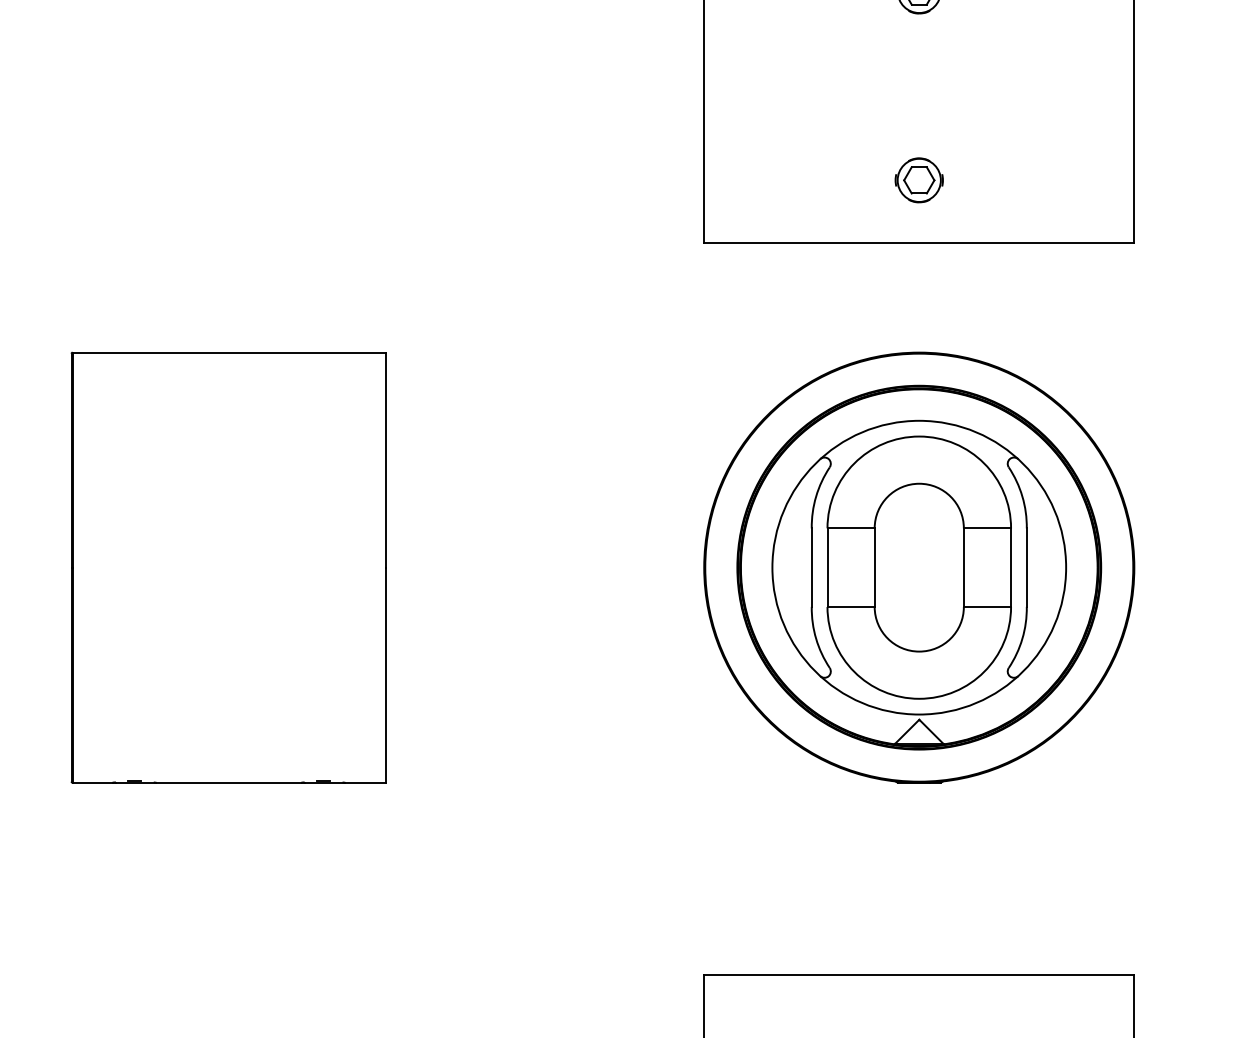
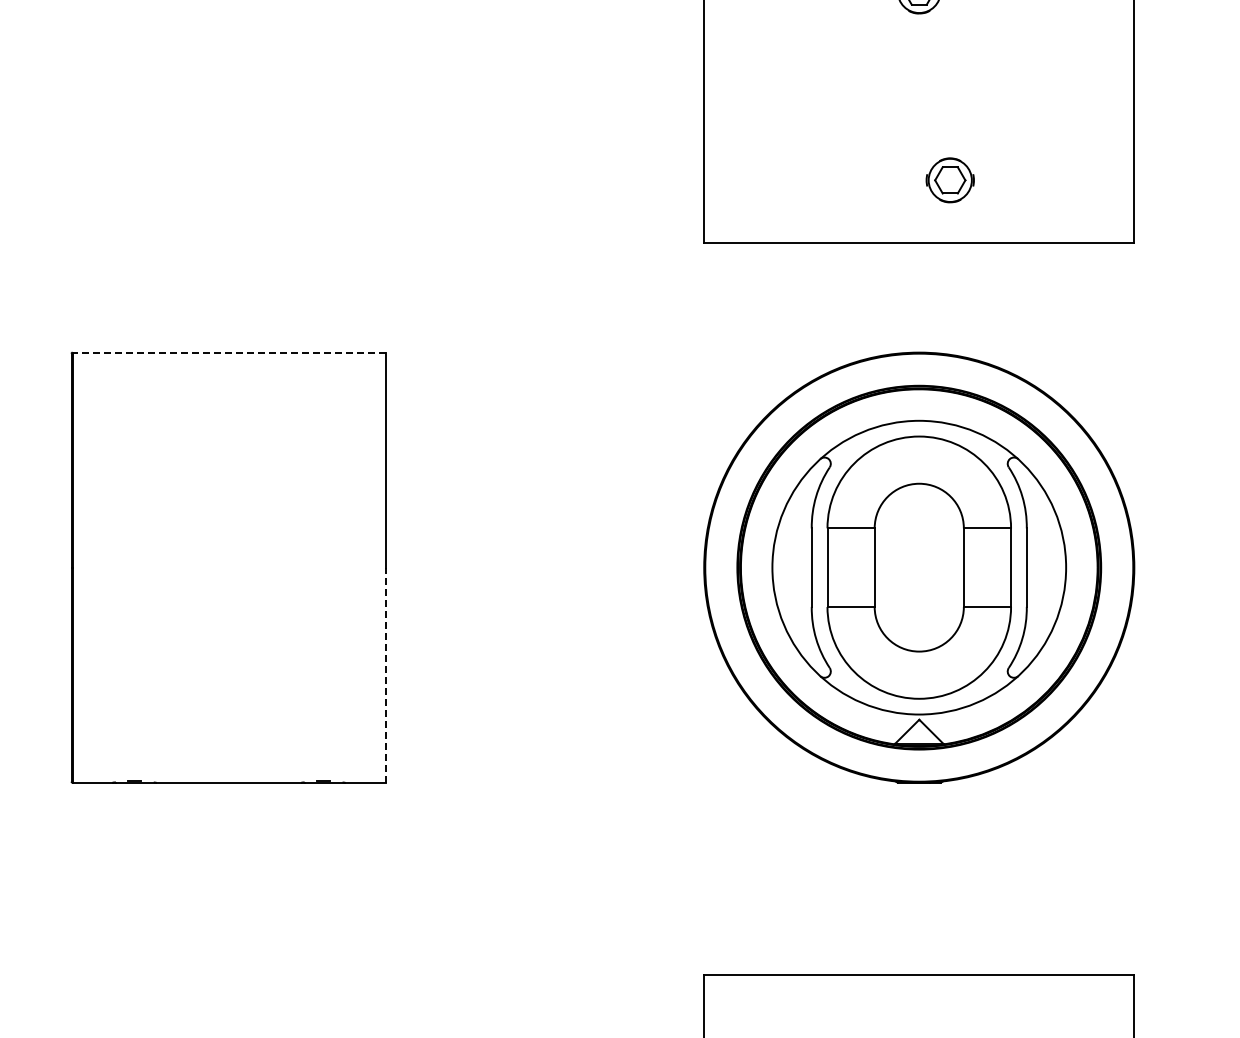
part at (918, 180) position: (918, 180) -> (949, 180)
line at (229, 352): solid -> dashed
line at (386, 675): solid -> dashed
